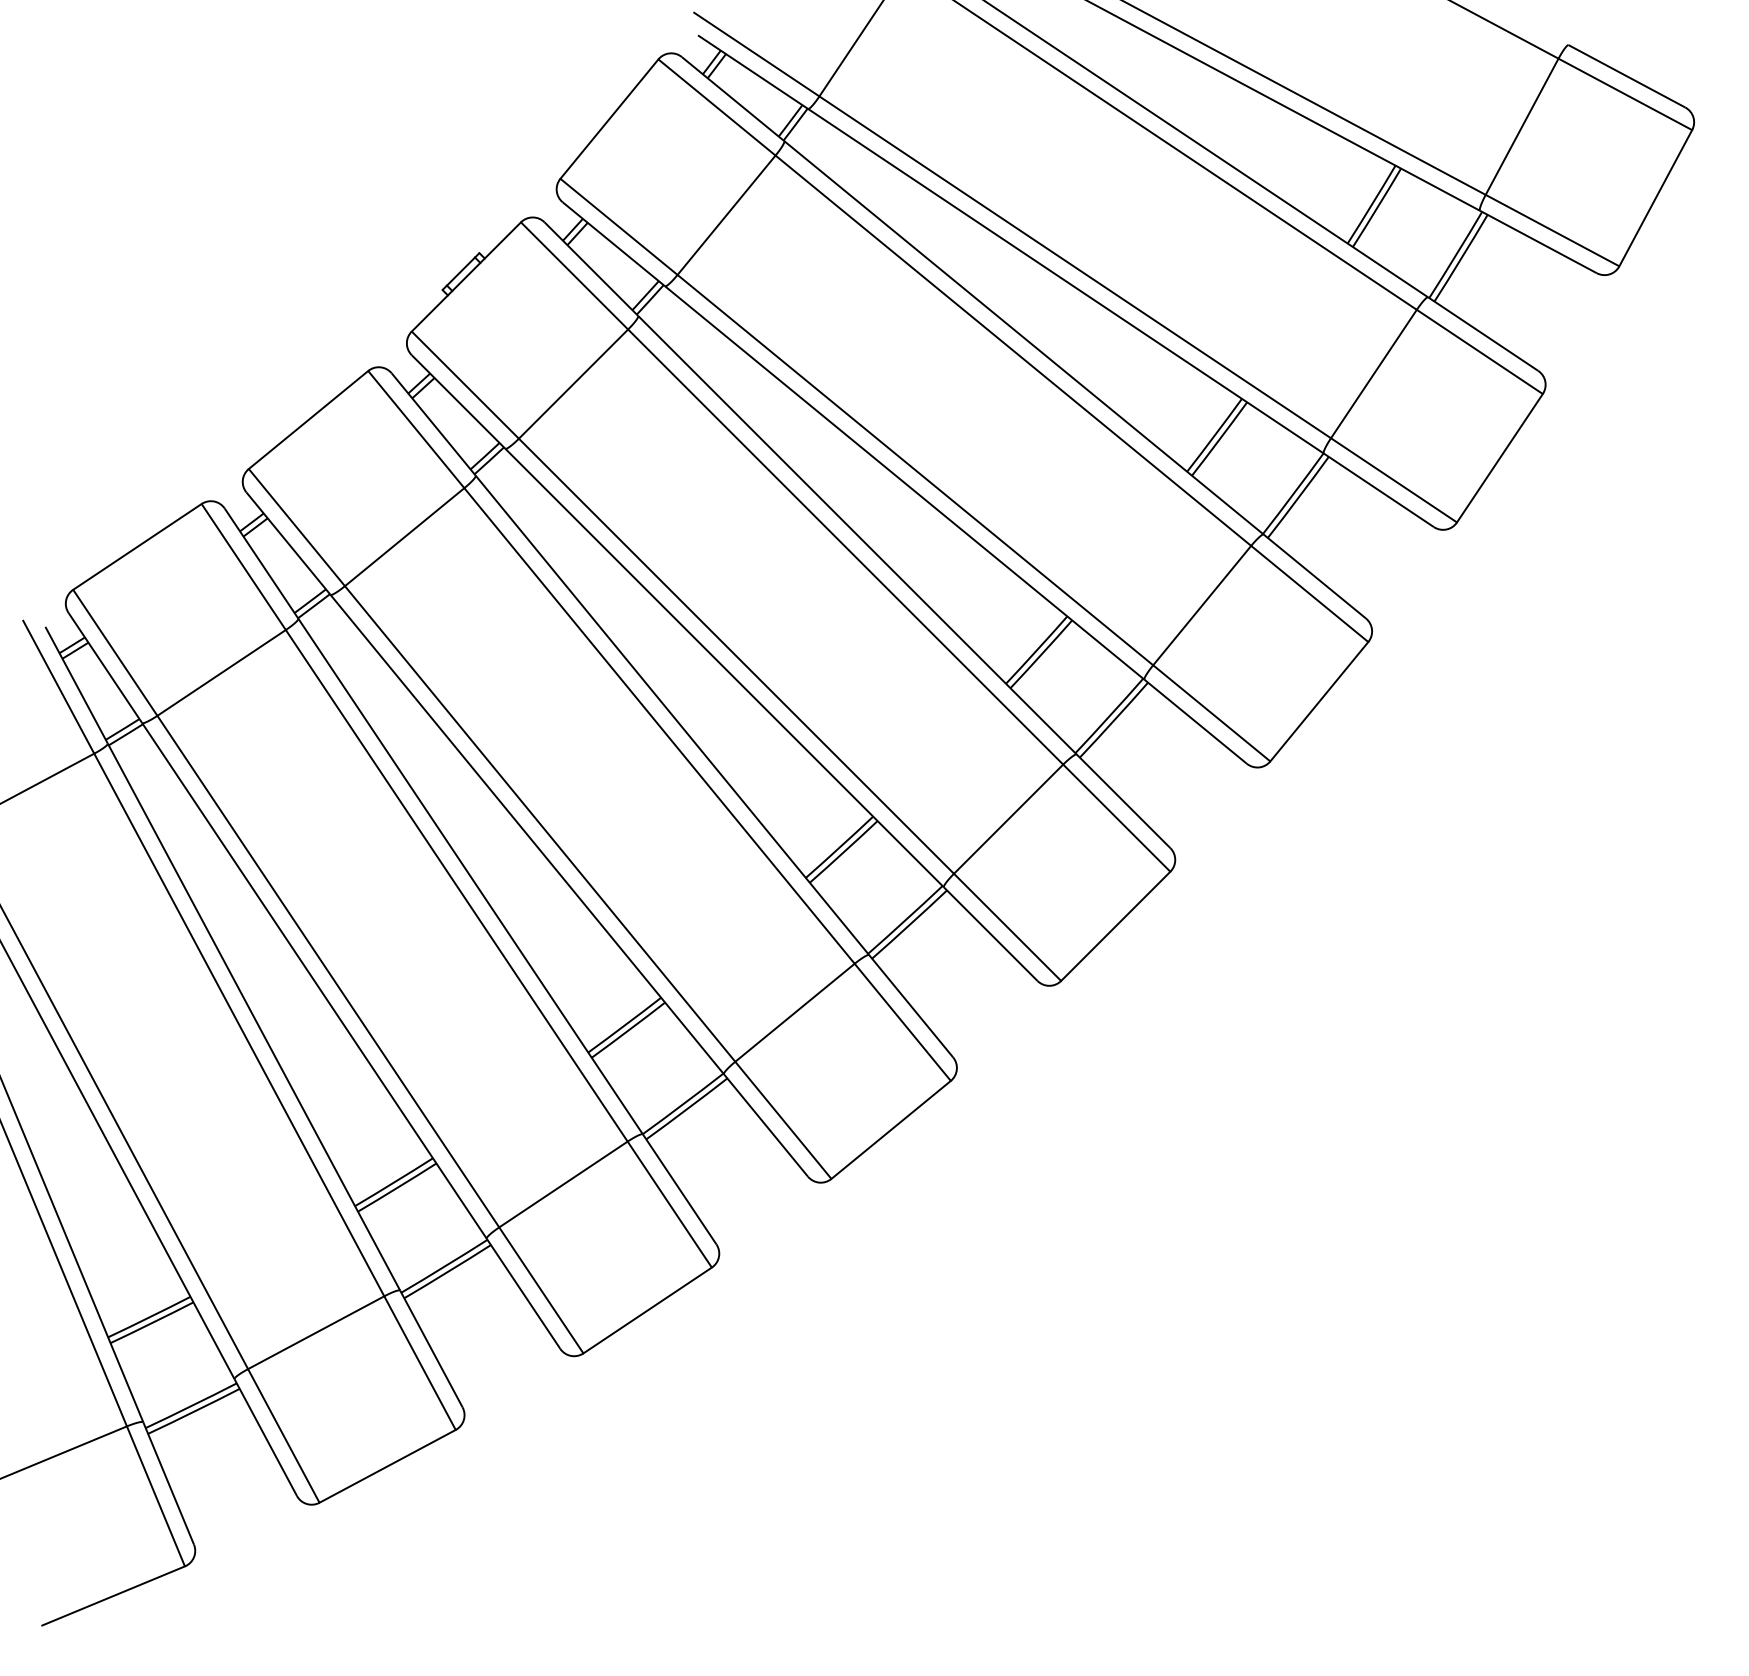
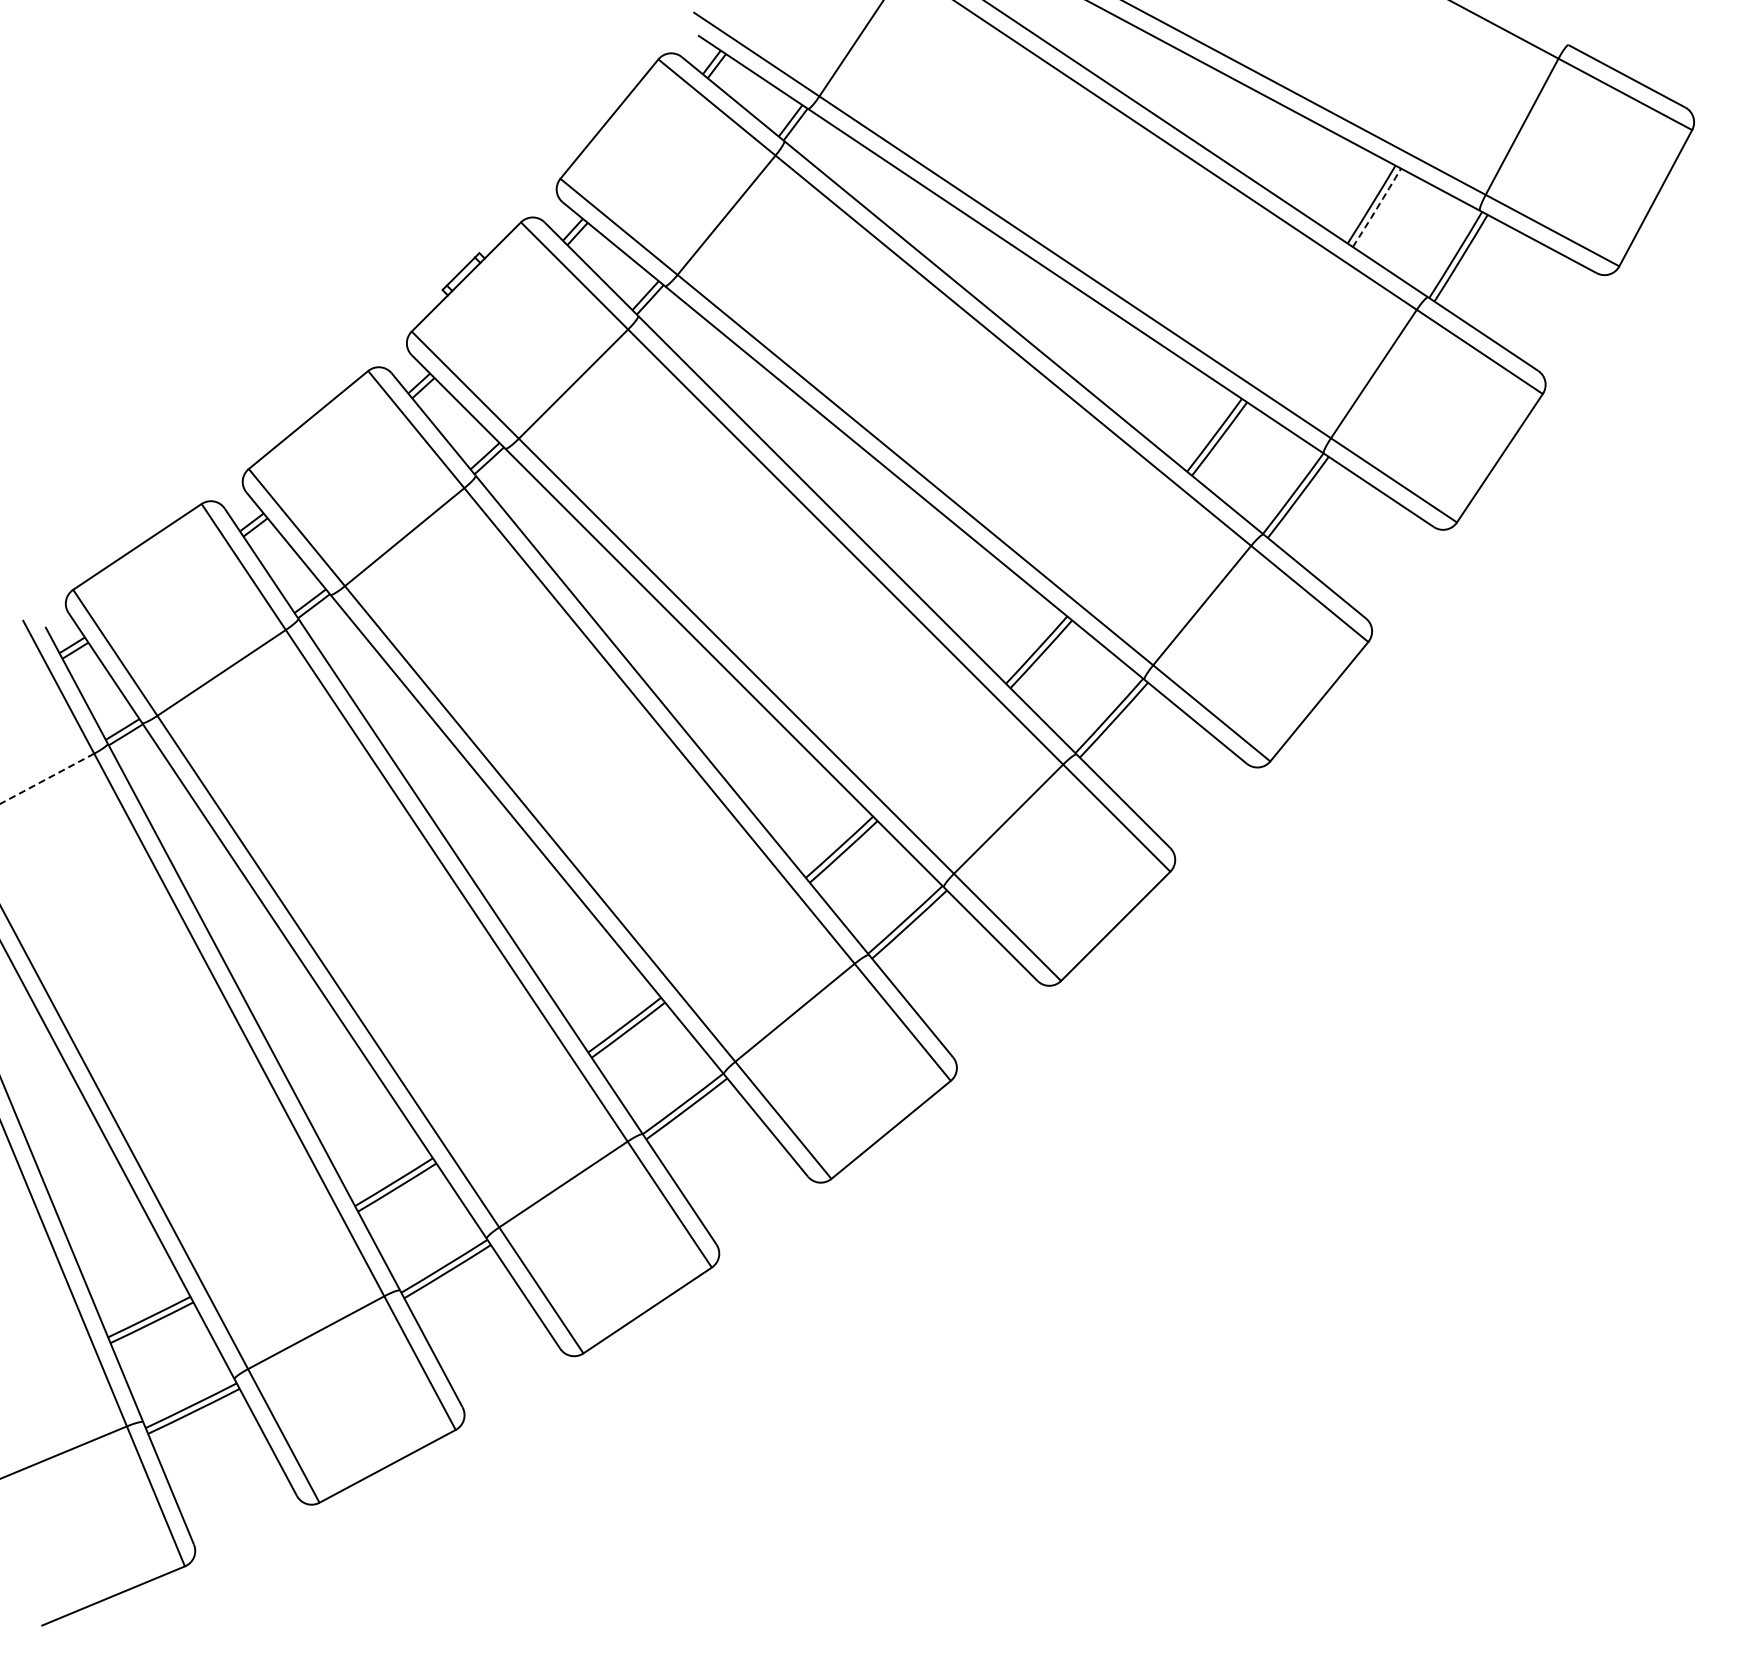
arc at (1377, 208): solid -> dashed
line at (46, 779): solid -> dashed
